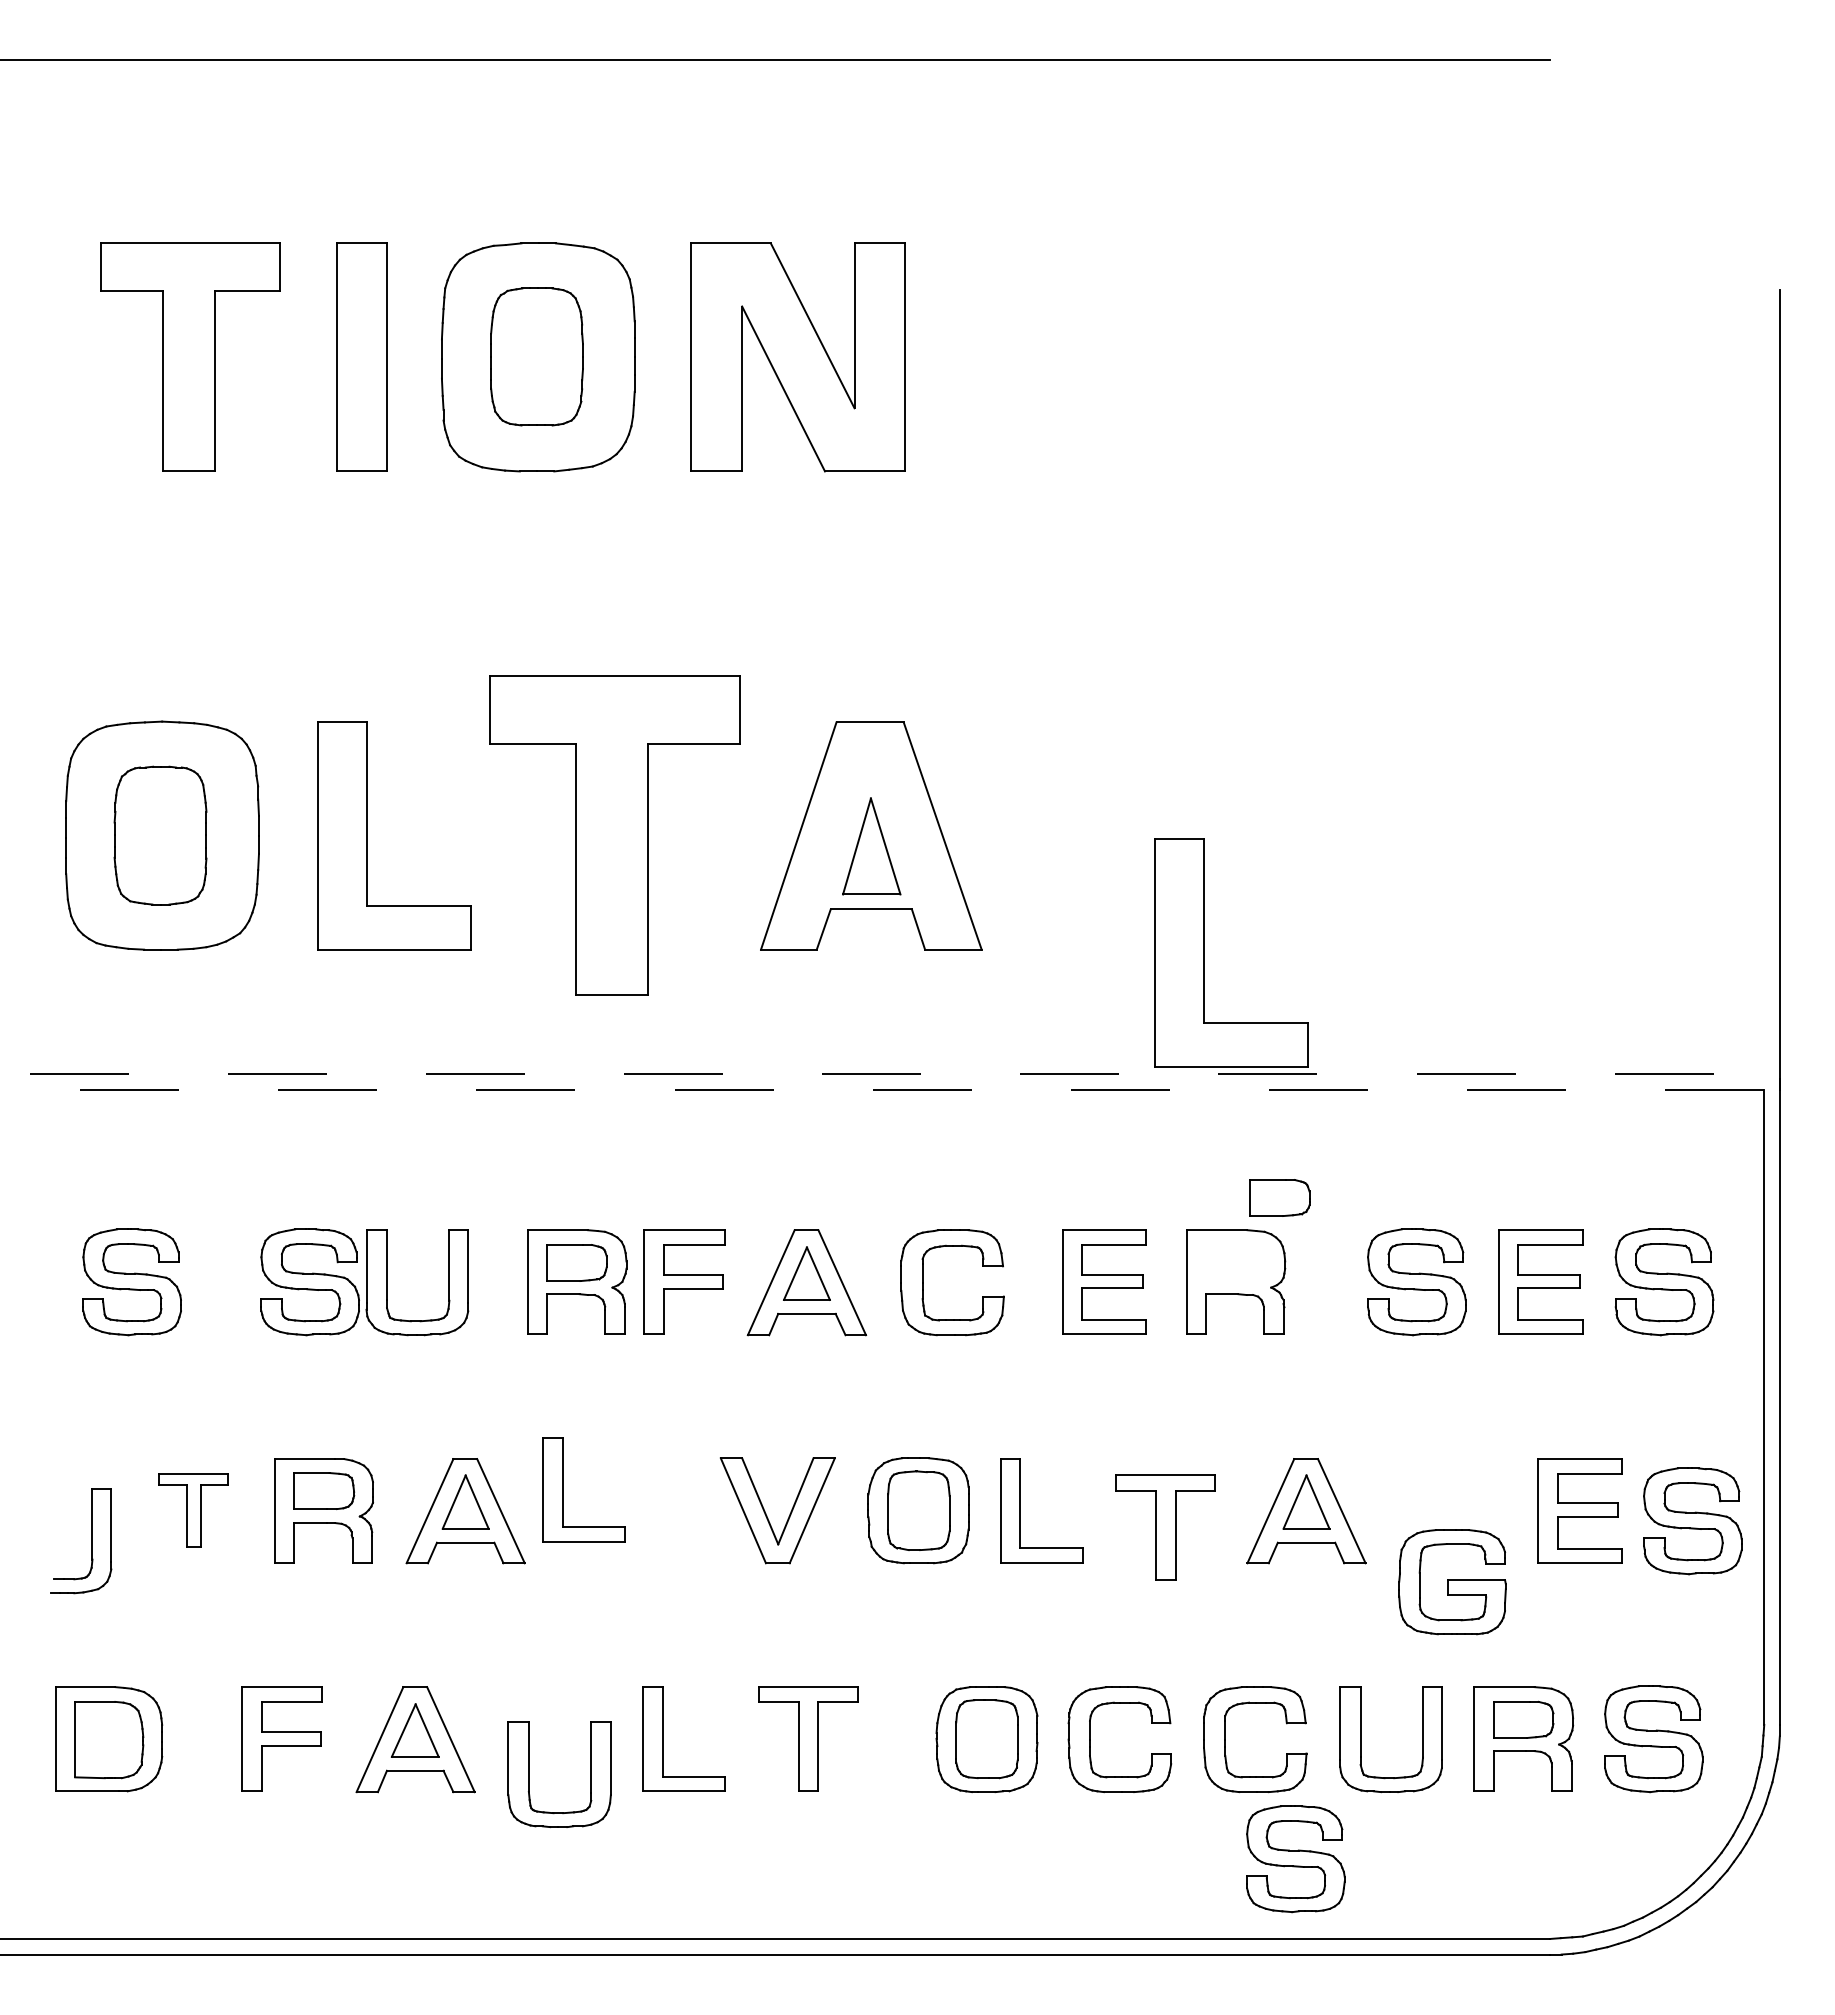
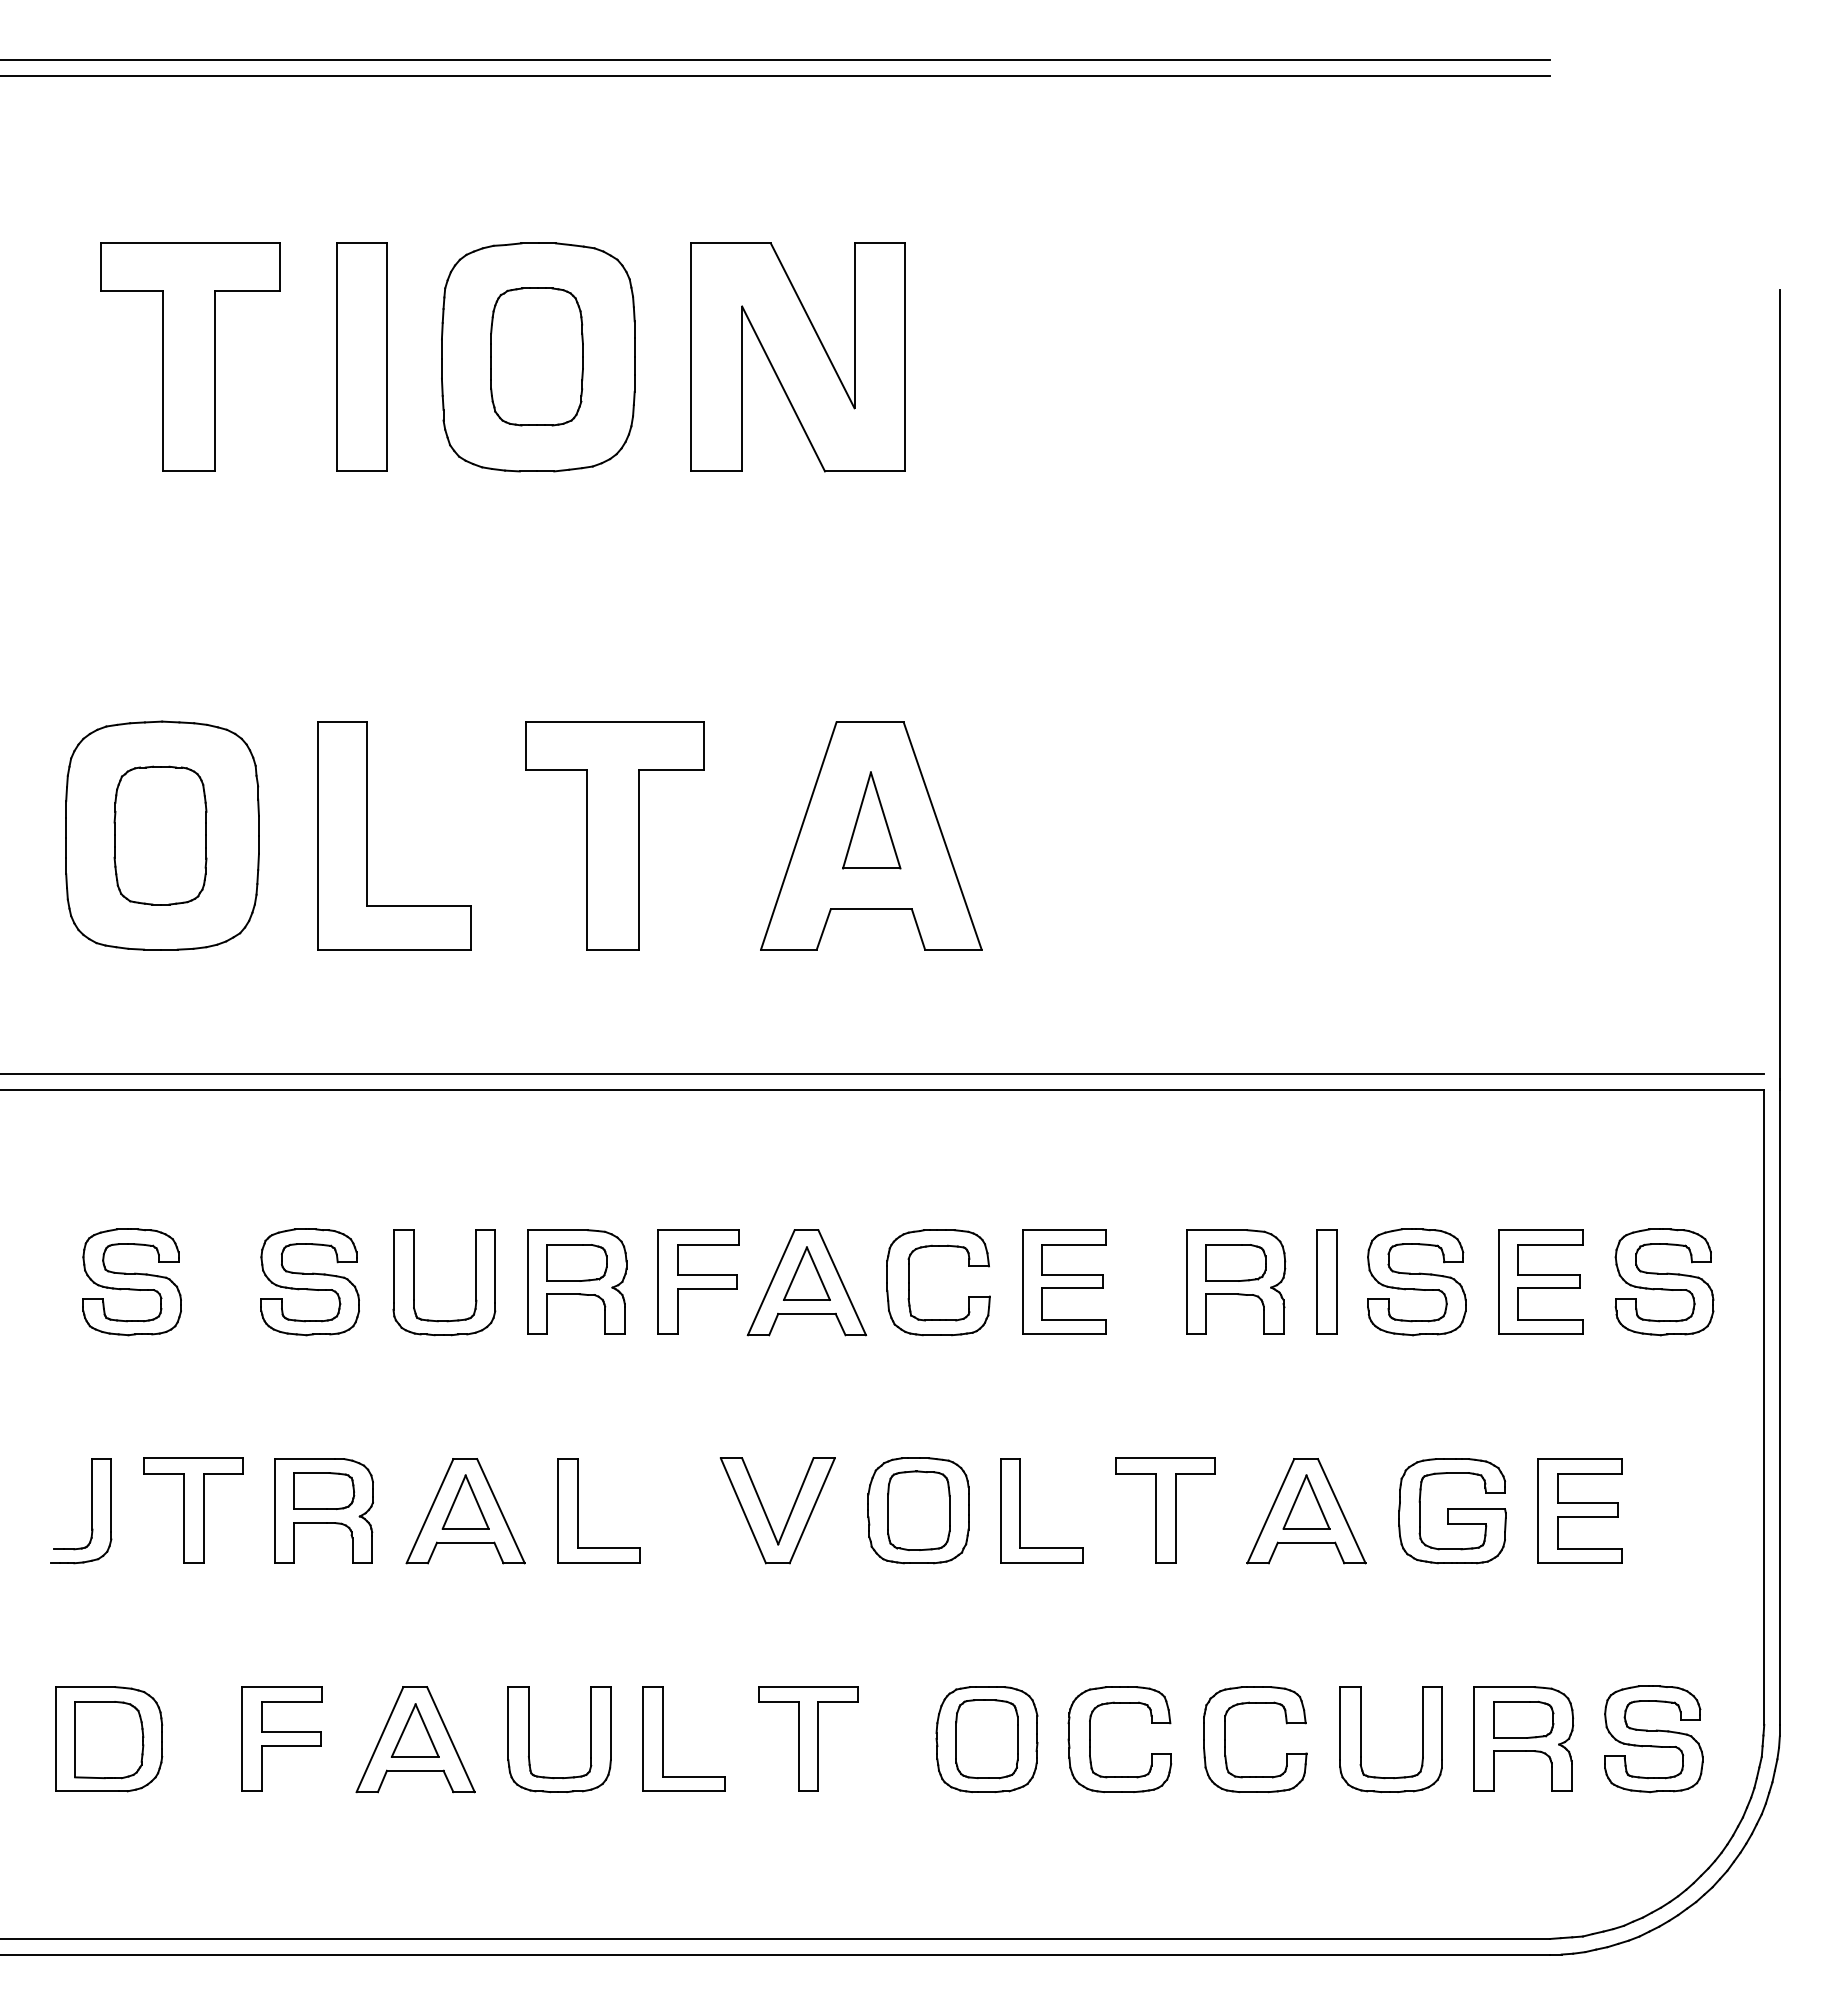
line at (776, 76): none -> present
part at (614, 835) size: 252x321 px -> 180x230 px
part at (871, 846) position: (871, 846) -> (871, 820)
part at (1204, 952): present -> none
line at (882, 1074): dashed -> solid
line at (882, 1089): dashed -> solid
part at (1279, 1197) position: (1279, 1197) -> (1235, 1262)
part at (684, 1281) position: (684, 1281) -> (698, 1281)
part at (1104, 1281) position: (1104, 1281) -> (1064, 1281)
part at (1326, 1281): none -> present
part at (387, 1282) position: (387, 1282) -> (414, 1282)
part at (923, 1282) position: (923, 1282) -> (909, 1282)
part at (563, 1489) position: (563, 1489) -> (578, 1510)
part at (193, 1510) size: 71x75 px -> 101x107 px
part at (1692, 1521): present -> none
part at (1165, 1527) position: (1165, 1527) -> (1165, 1510)
part at (91, 1541) position: (91, 1541) -> (91, 1511)
part at (1452, 1582) position: (1452, 1582) -> (1452, 1511)
part at (529, 1774) position: (529, 1774) -> (529, 1739)
part at (1295, 1859): present -> none
